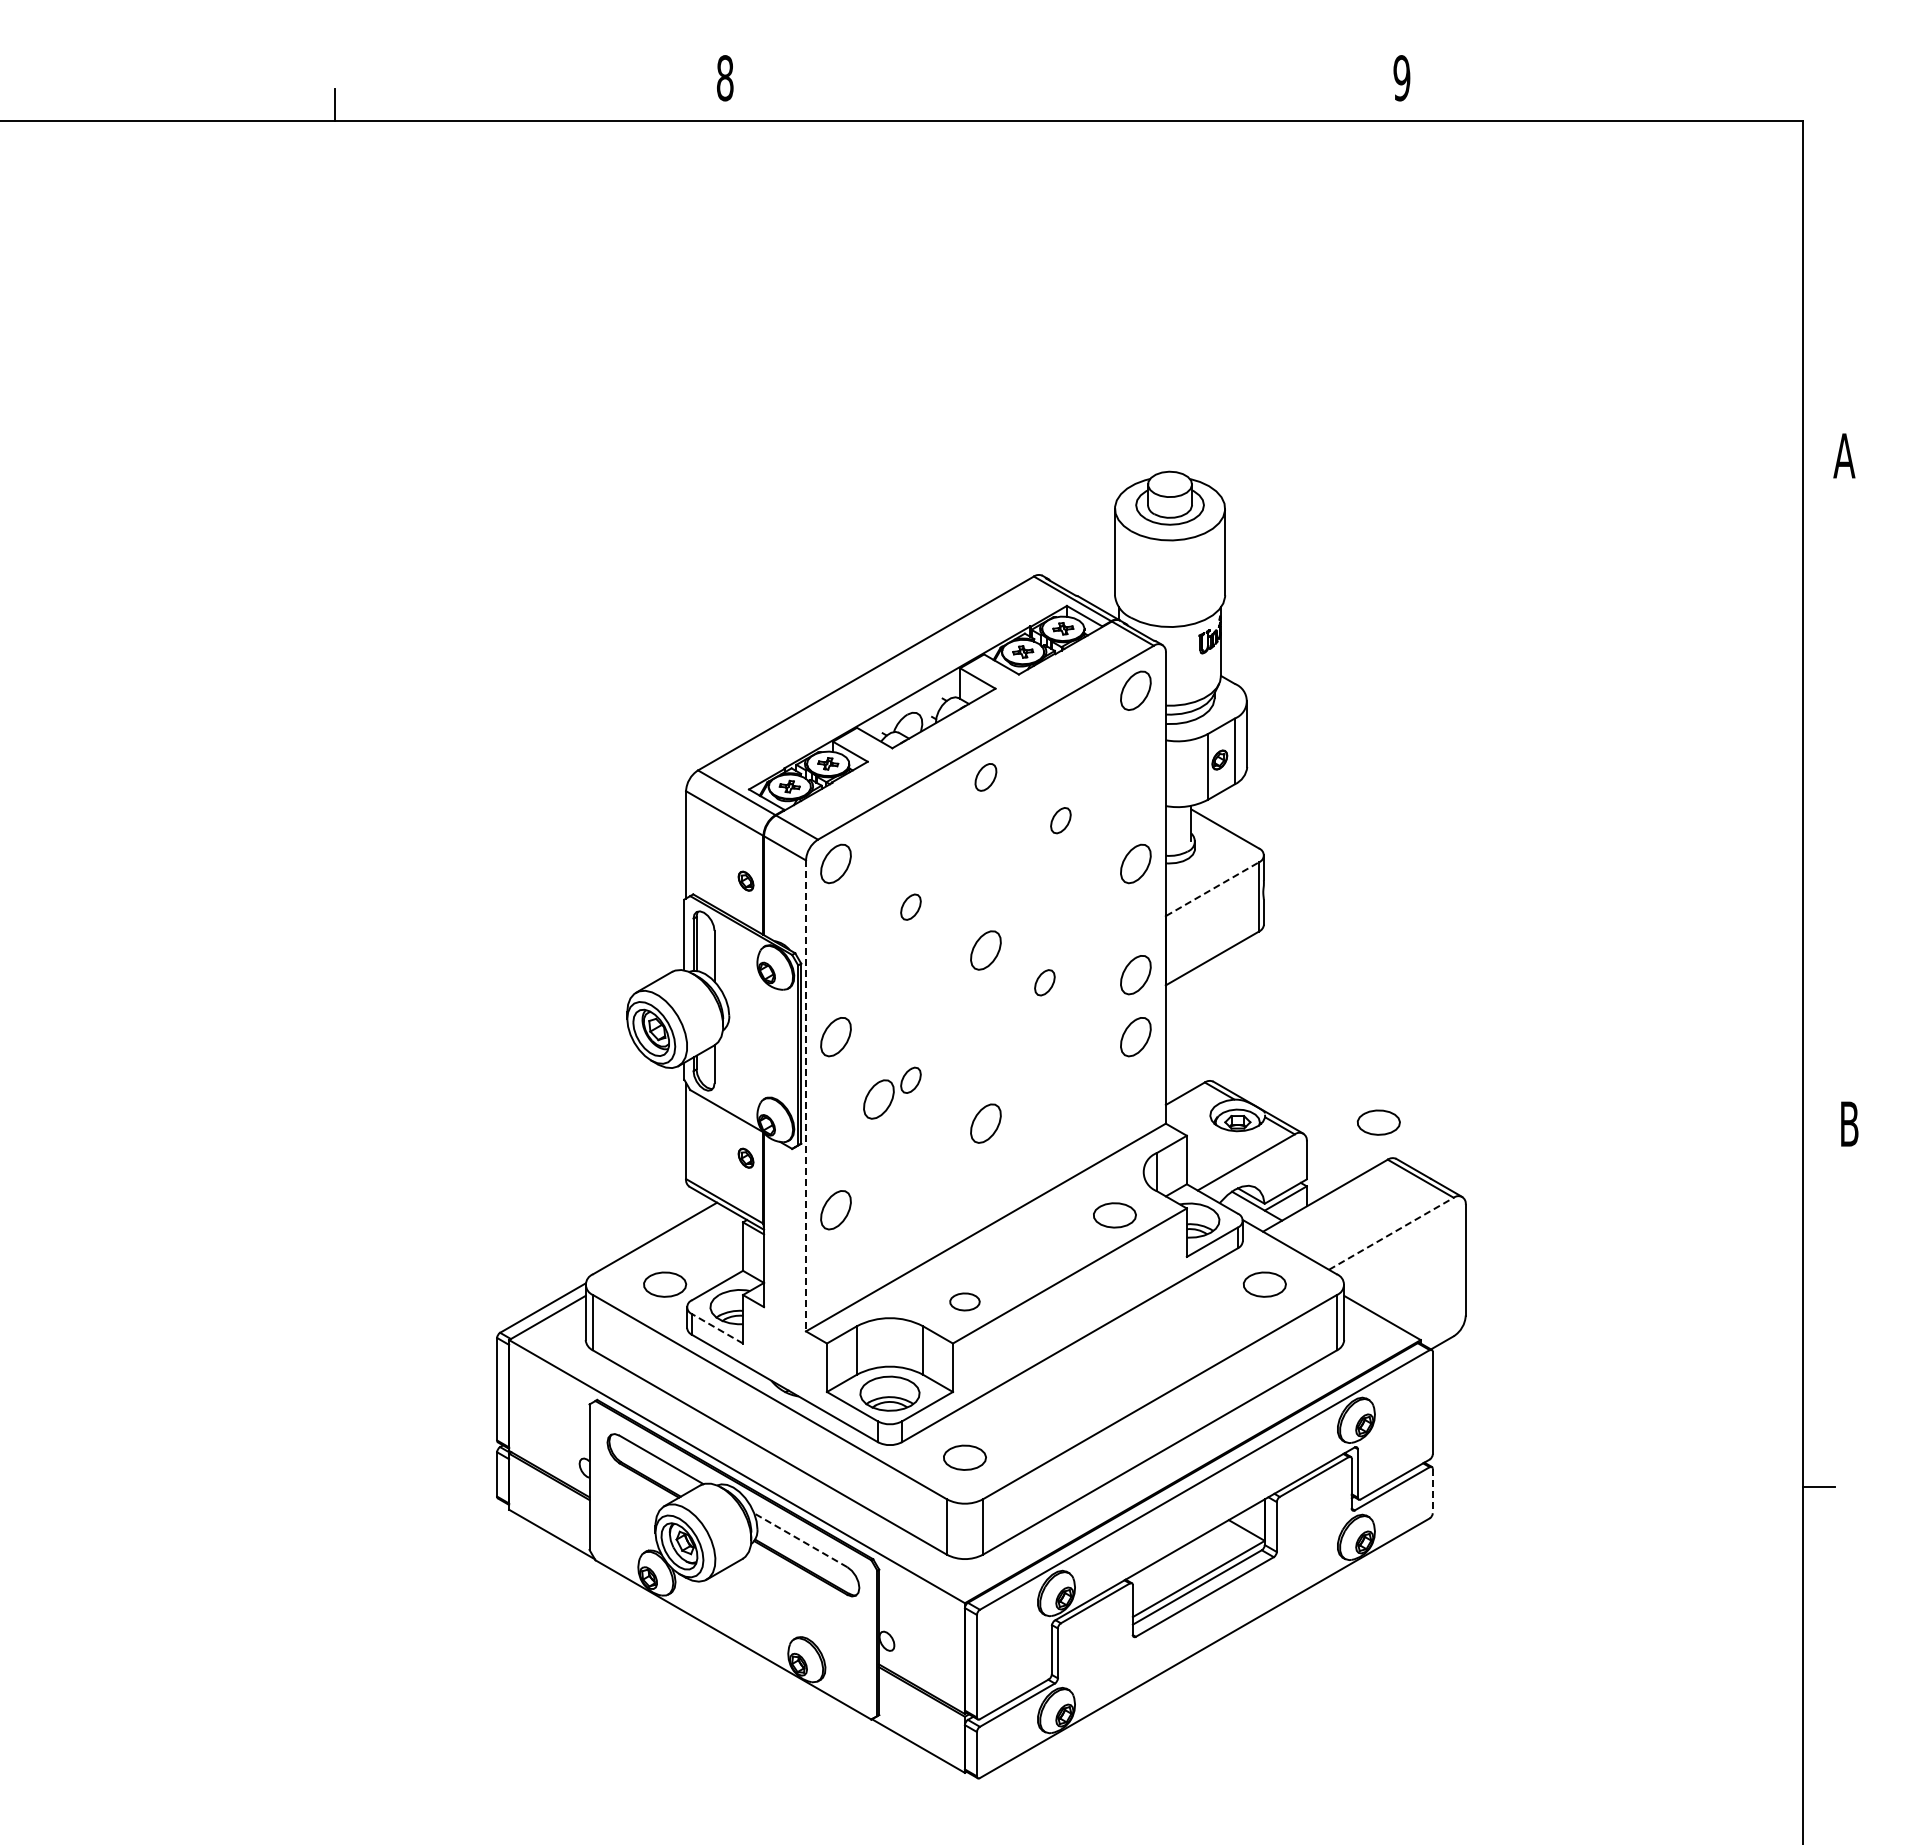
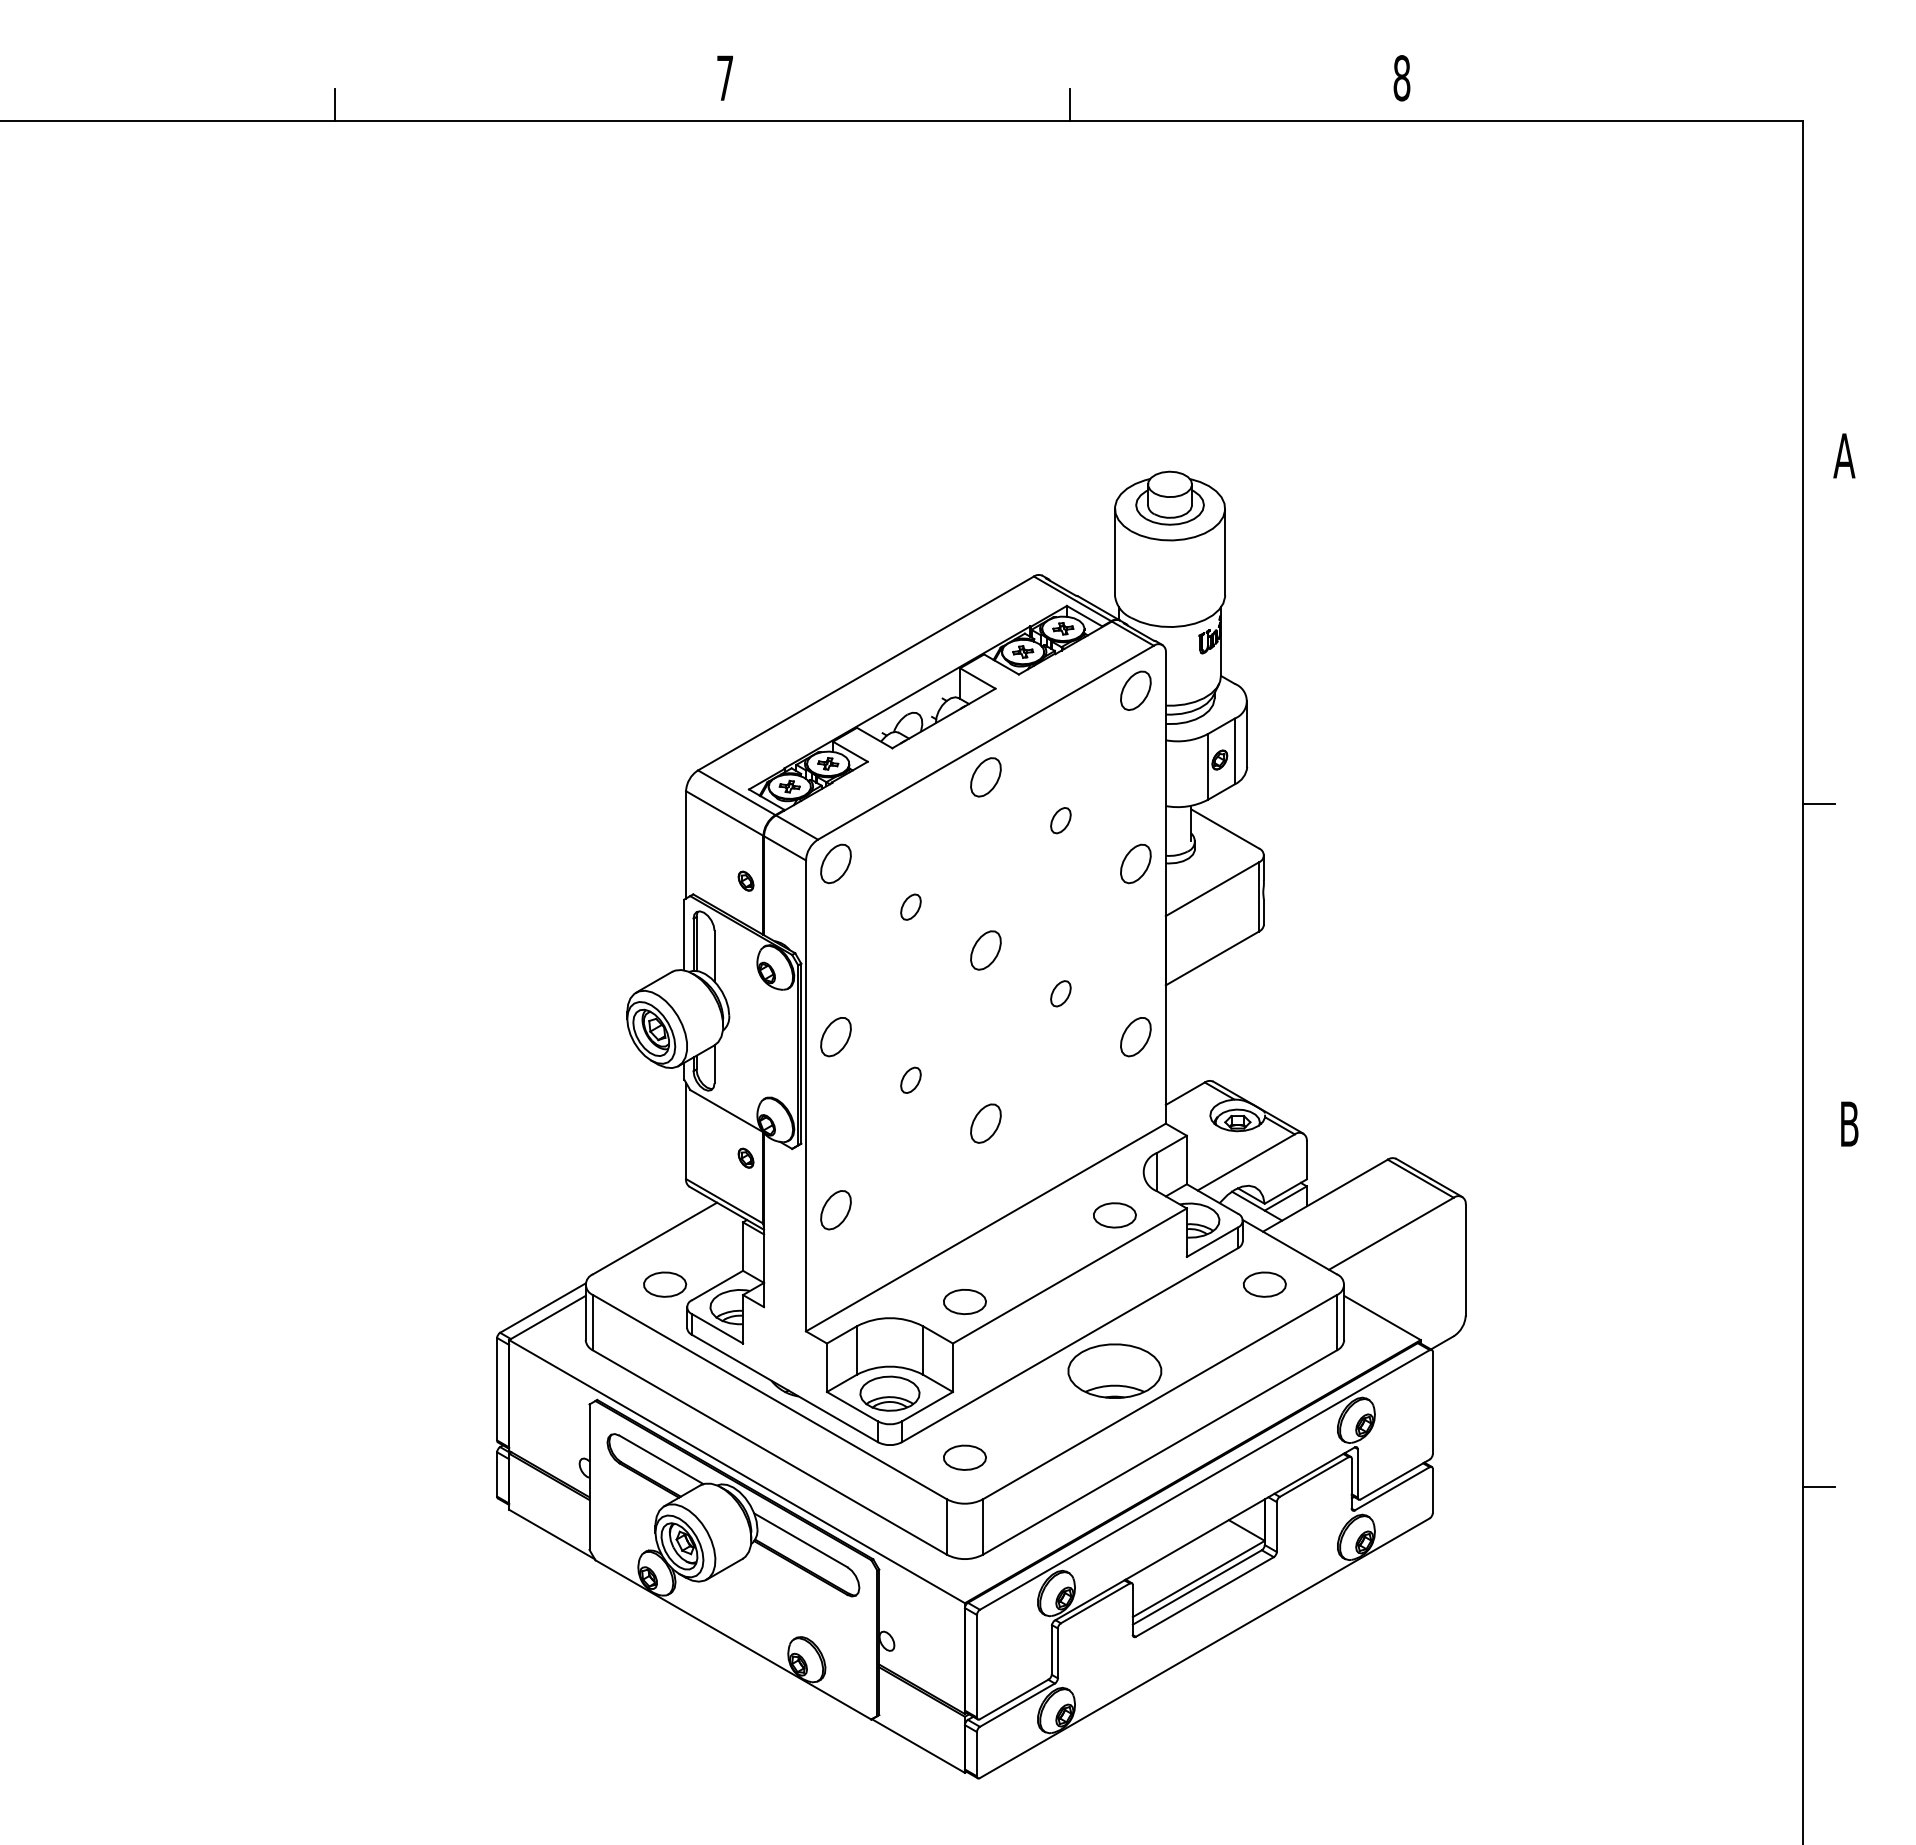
text at (725, 78): 8 -> 7
text at (1401, 78): 9 -> 8
line at (1069, 105): none -> present
part at (985, 777) size: 24x29 px -> 32x41 px
line at (1818, 804): none -> present
line at (1212, 889): dashed -> solid
part at (1135, 975): present -> none
part at (1044, 982) position: (1044, 982) -> (1060, 993)
line at (806, 1096): dashed -> solid
part at (878, 1099): present -> none
part at (1378, 1122): present -> none
line at (1391, 1233): dashed -> solid
part at (964, 1301) size: 32x20 px -> 44x28 px
line at (717, 1328): dashed -> solid
part at (1114, 1370): none -> present
line at (1432, 1491): dashed -> solid
line at (800, 1540): dashed -> solid
